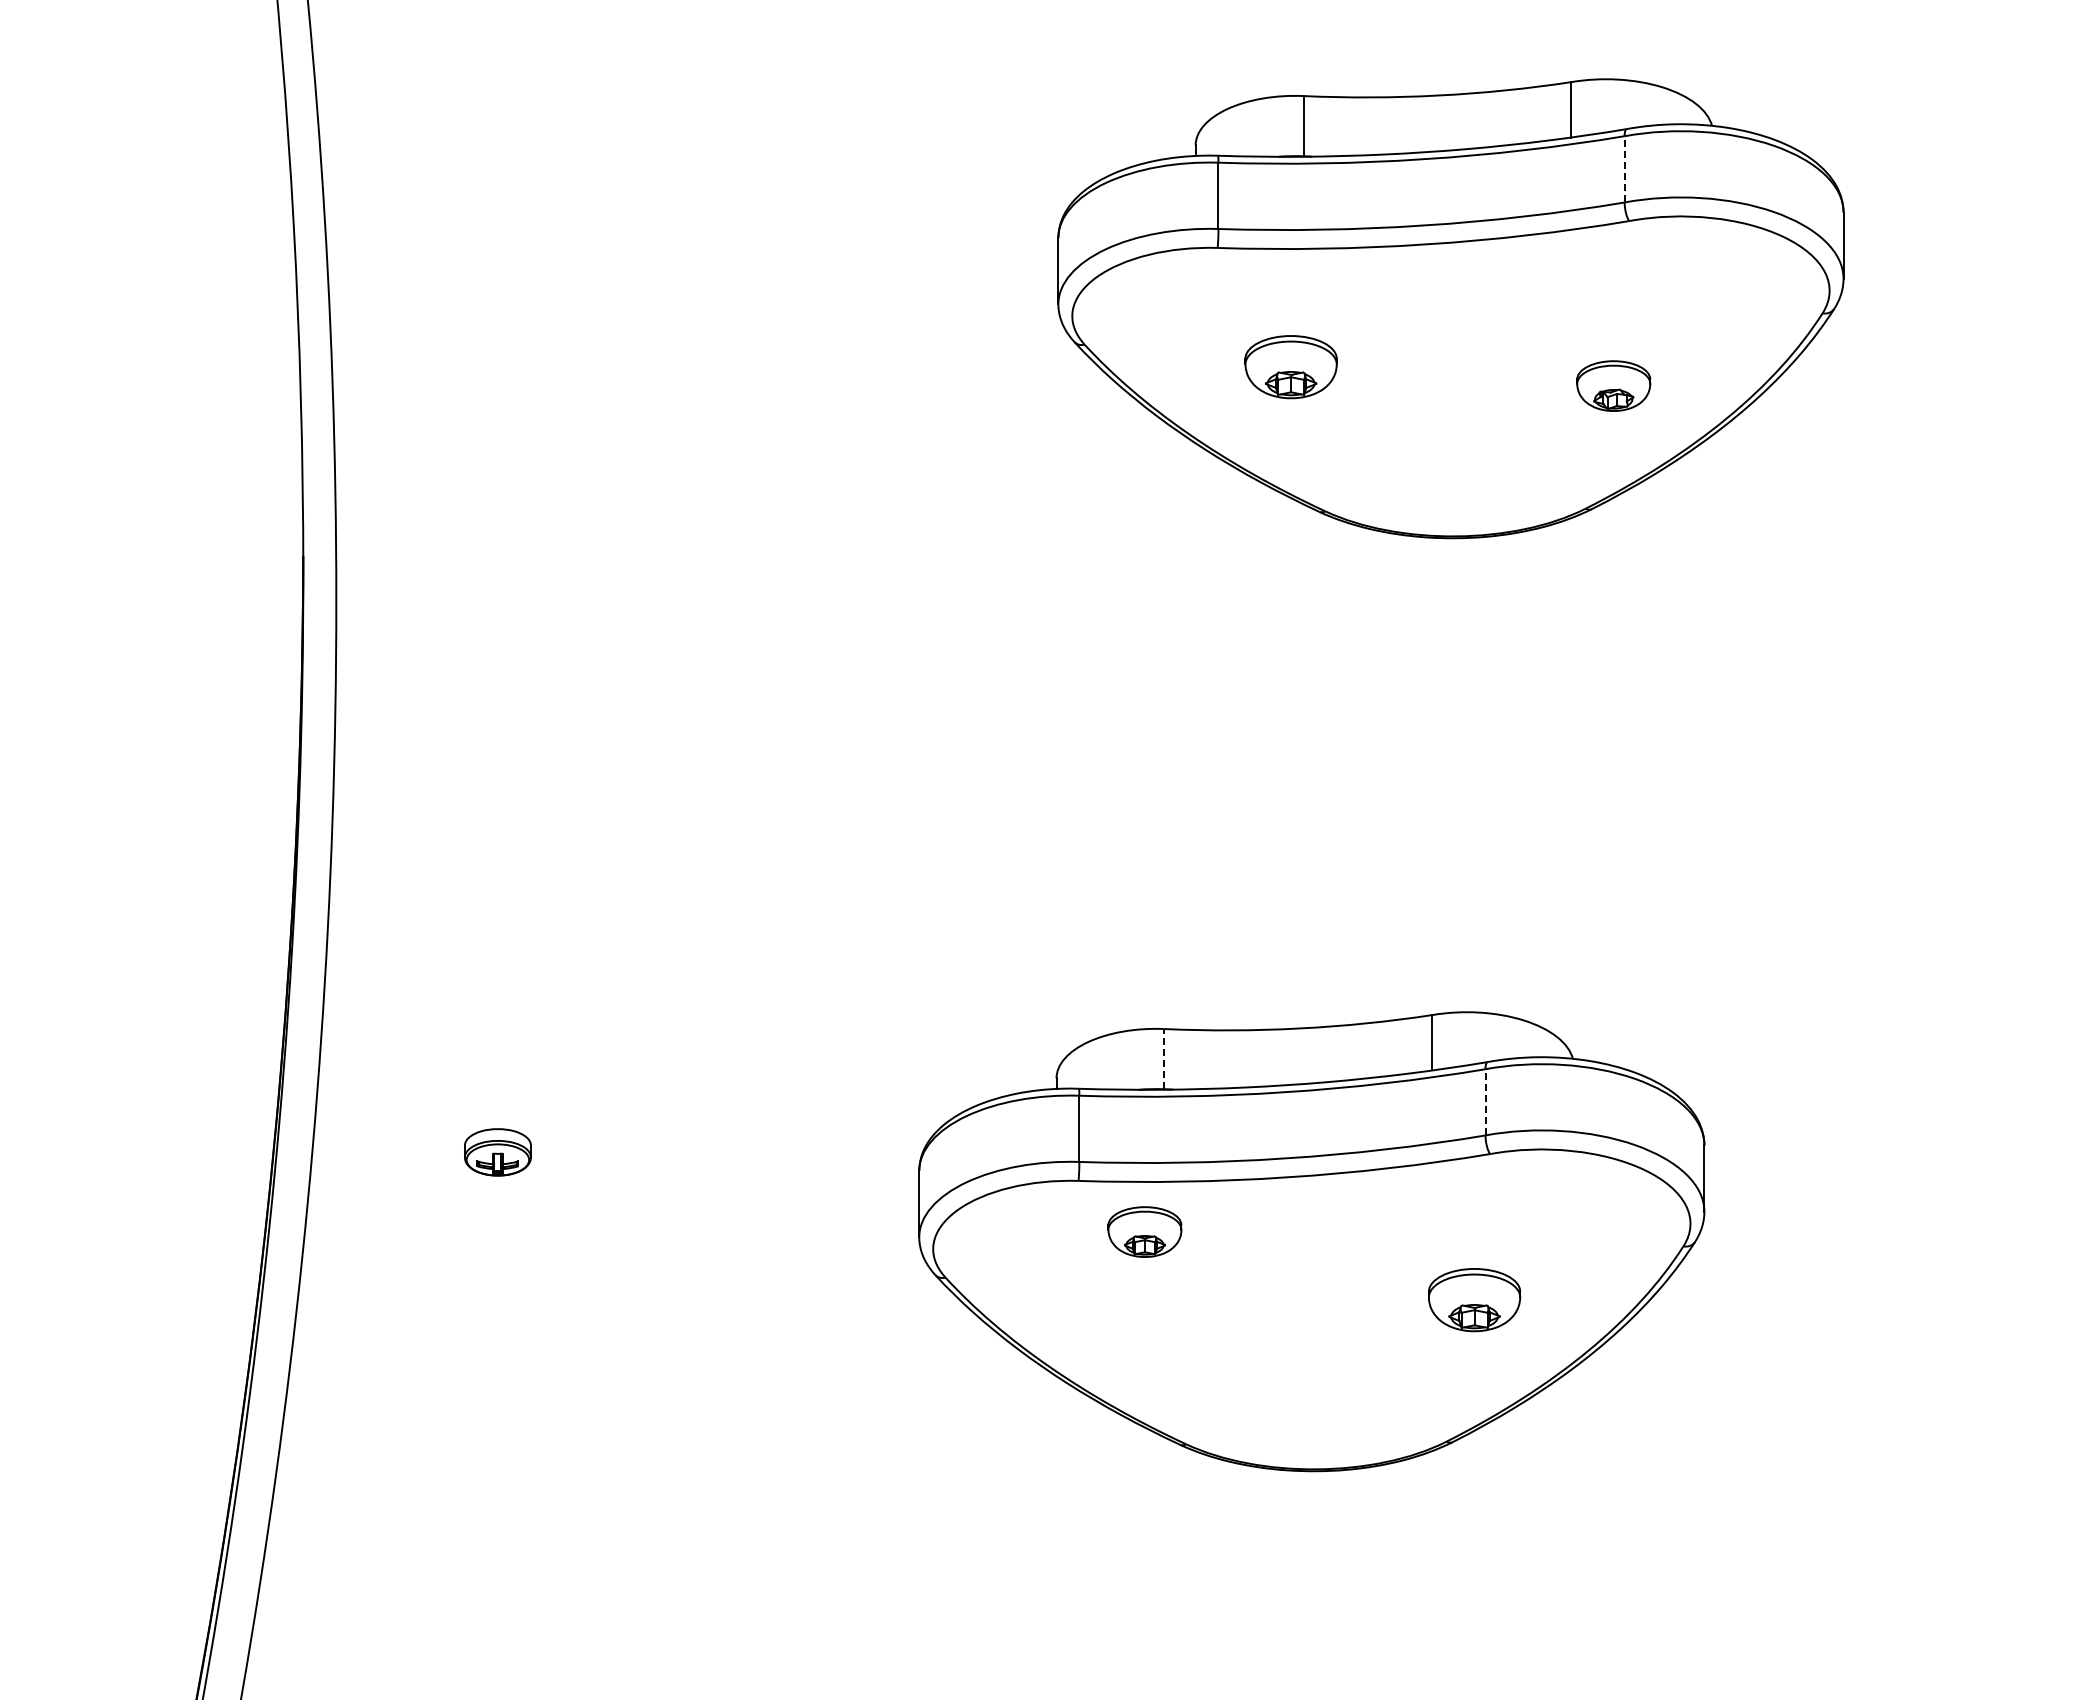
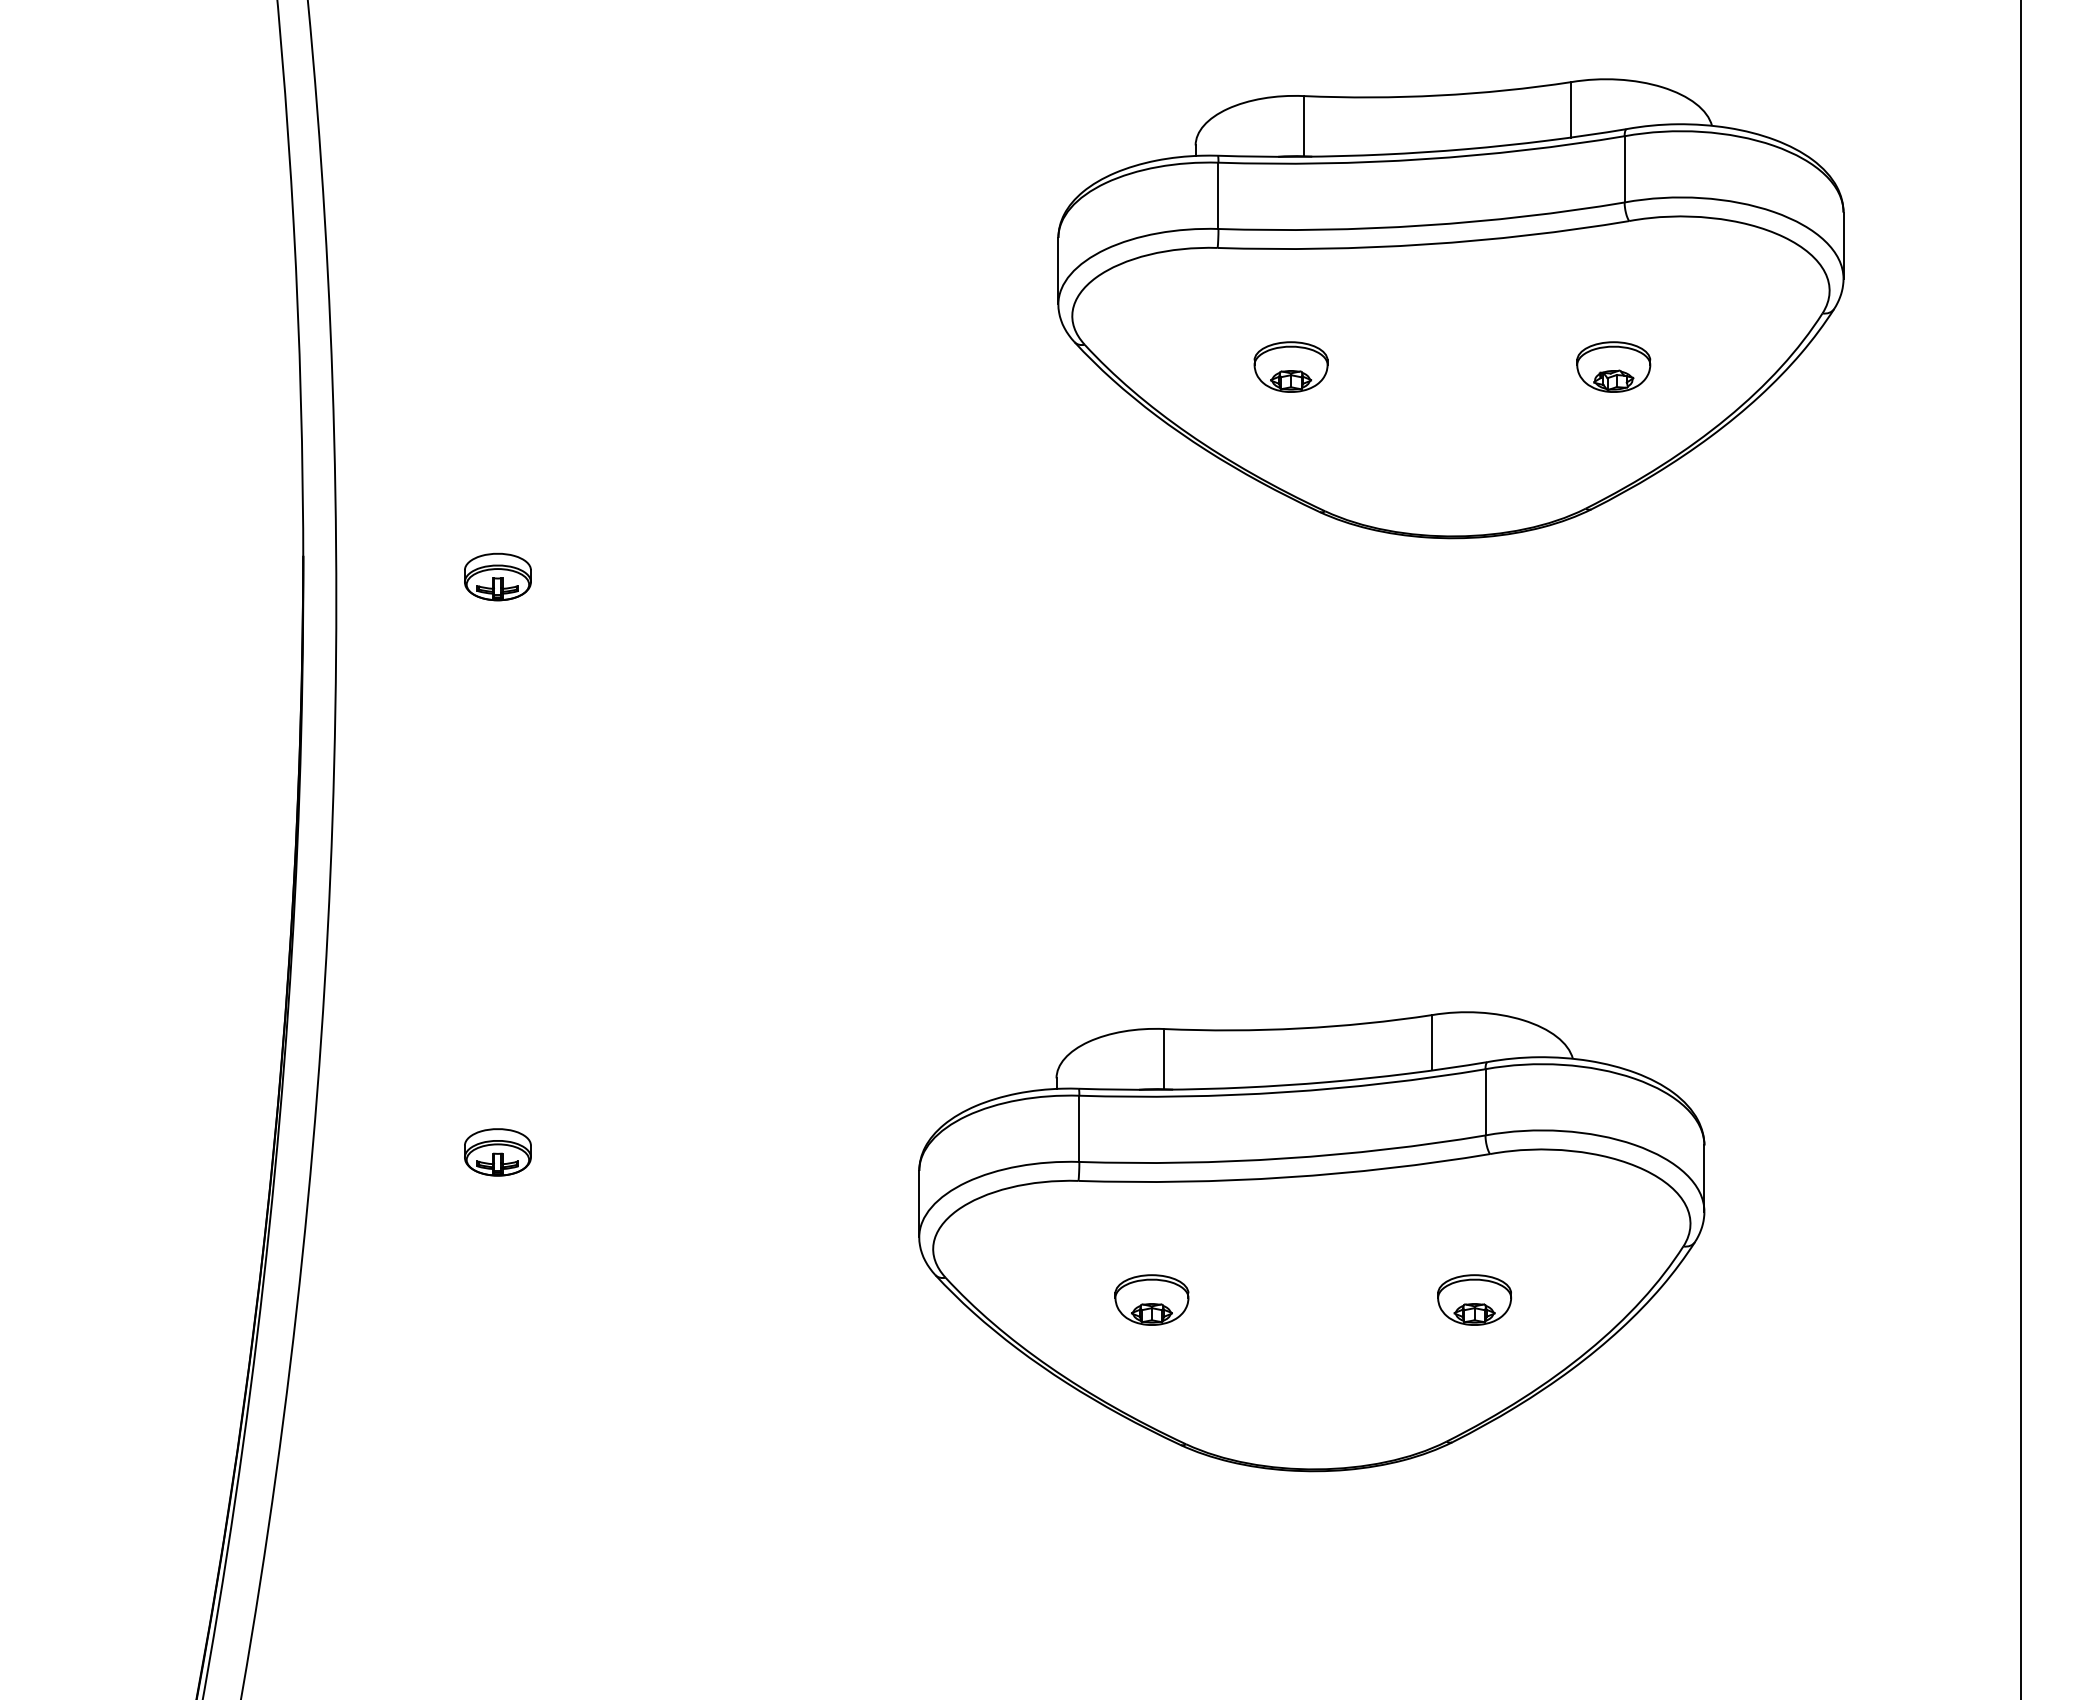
line at (1624, 168): dashed -> solid
part at (1290, 367) size: 94x65 px -> 76x52 px
part at (1613, 385) position: (1613, 385) -> (1613, 366)
part at (497, 576): none -> present
line at (2021, 849): none -> present
line at (1164, 1058): dashed -> solid
line at (1485, 1101): dashed -> solid
part at (1144, 1231) position: (1144, 1231) -> (1151, 1299)
part at (1474, 1300) size: 94x65 px -> 76x52 px
